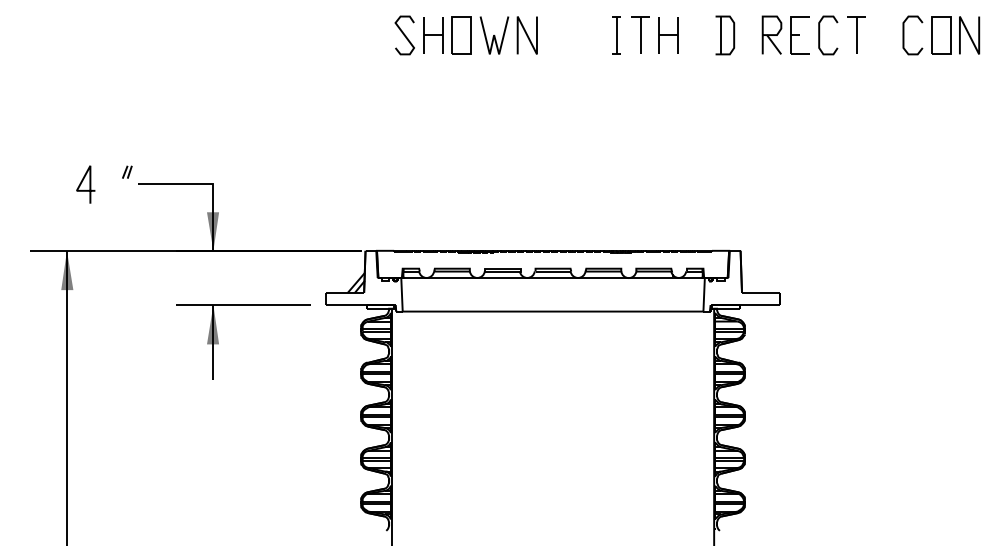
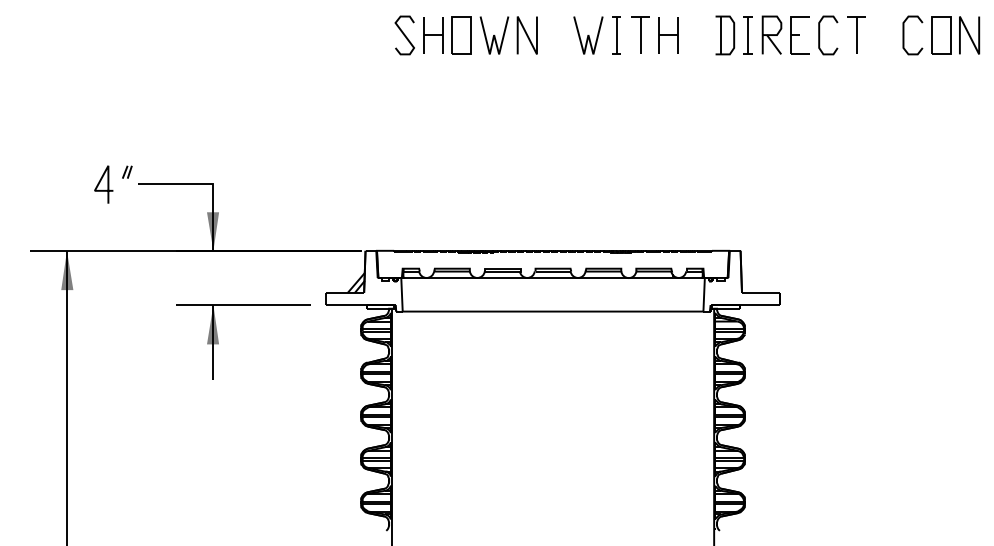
line at (588, 35): none -> present
part at (747, 35): none -> present
line at (82, 182) position: (82, 182) -> (100, 182)
